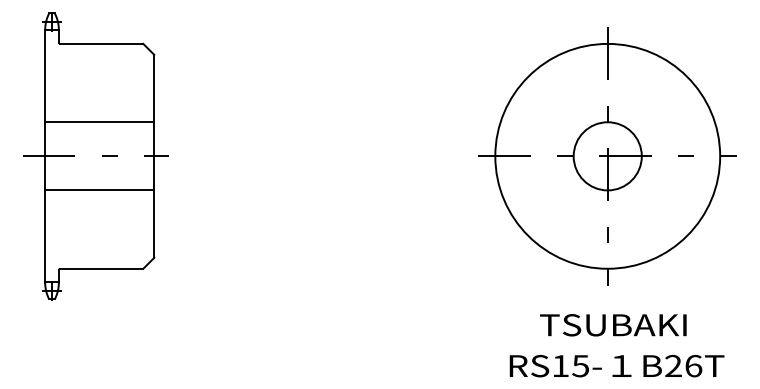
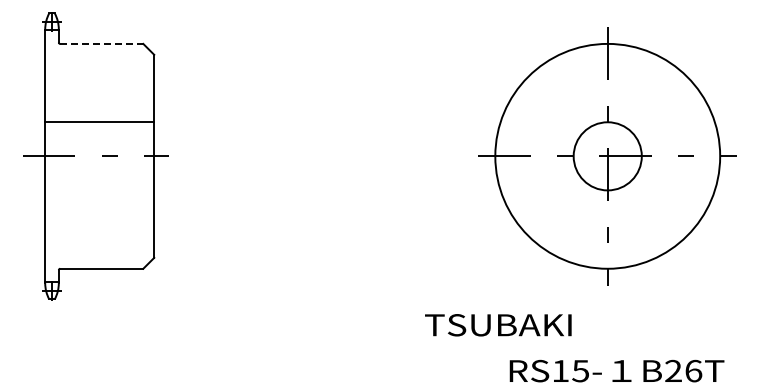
line at (101, 43): solid -> dashed
line at (99, 190): present -> none
text at (613, 325) position: (613, 325) -> (498, 325)
text at (616, 365) position: (616, 365) -> (616, 370)
